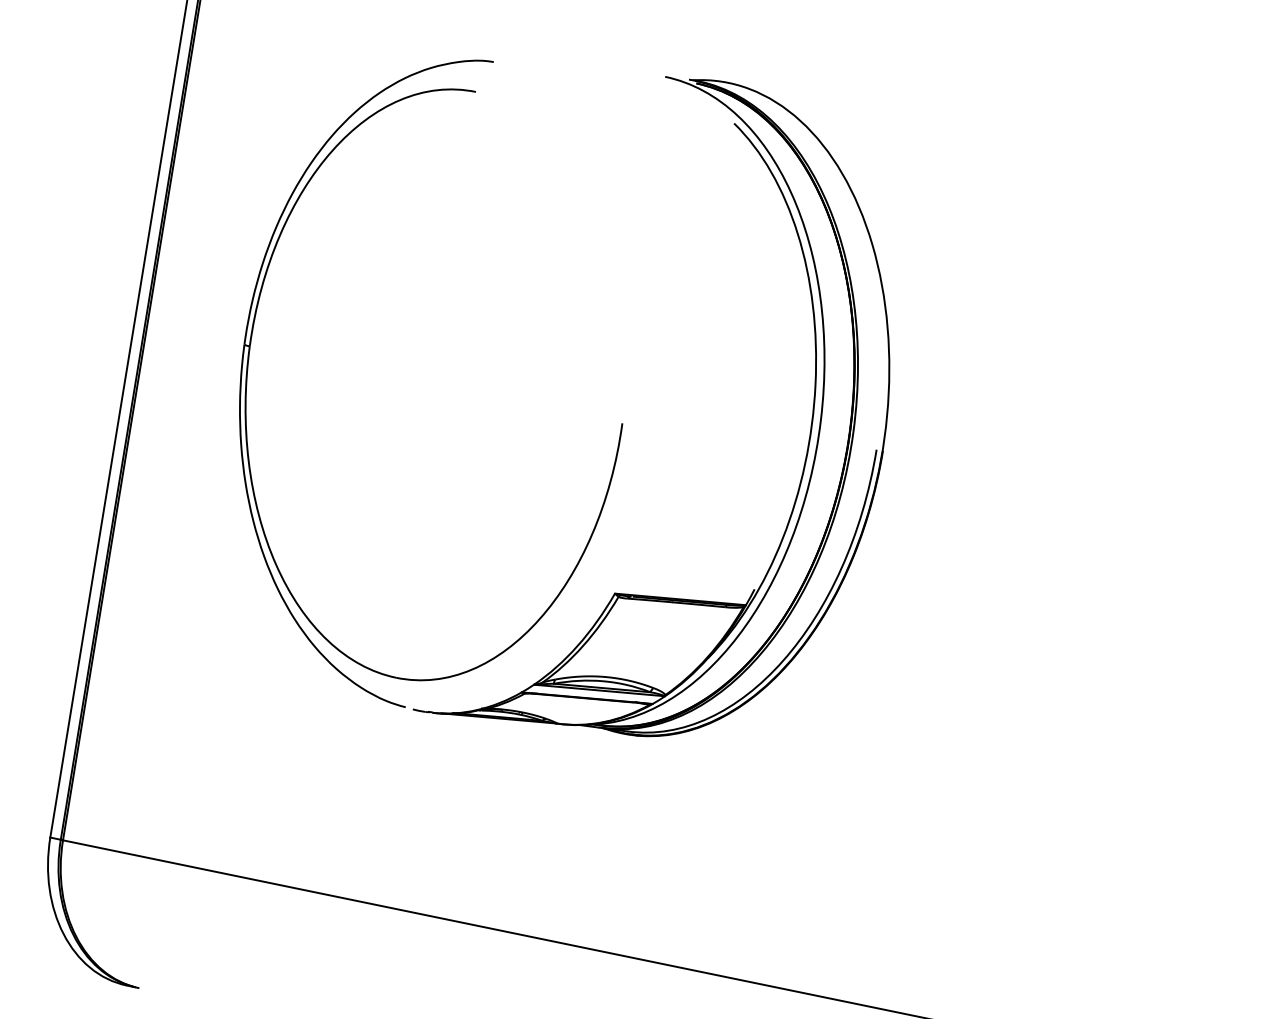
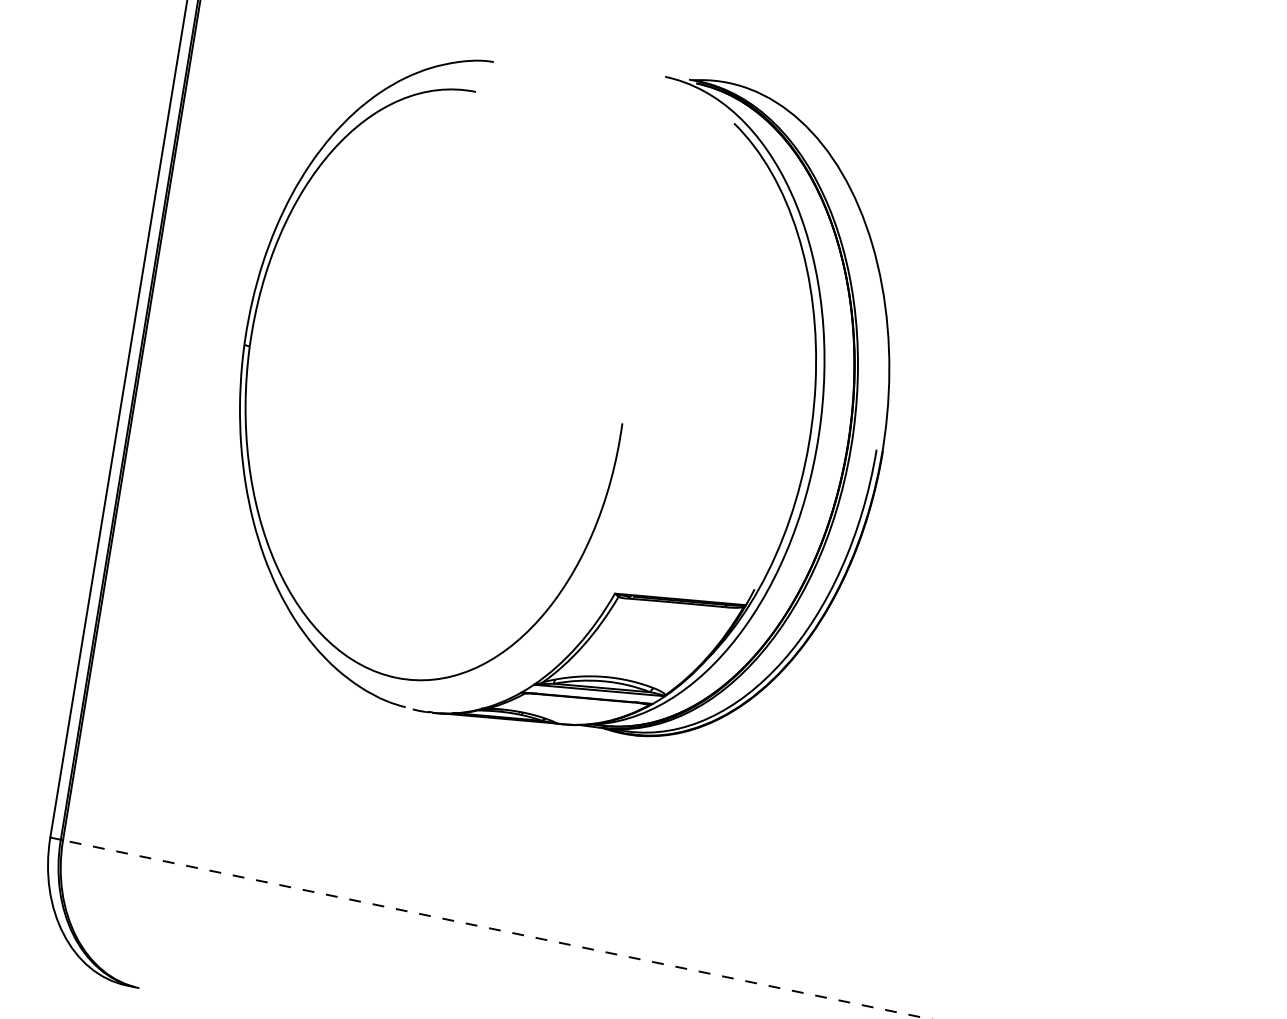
line at (495, 929): solid -> dashed
